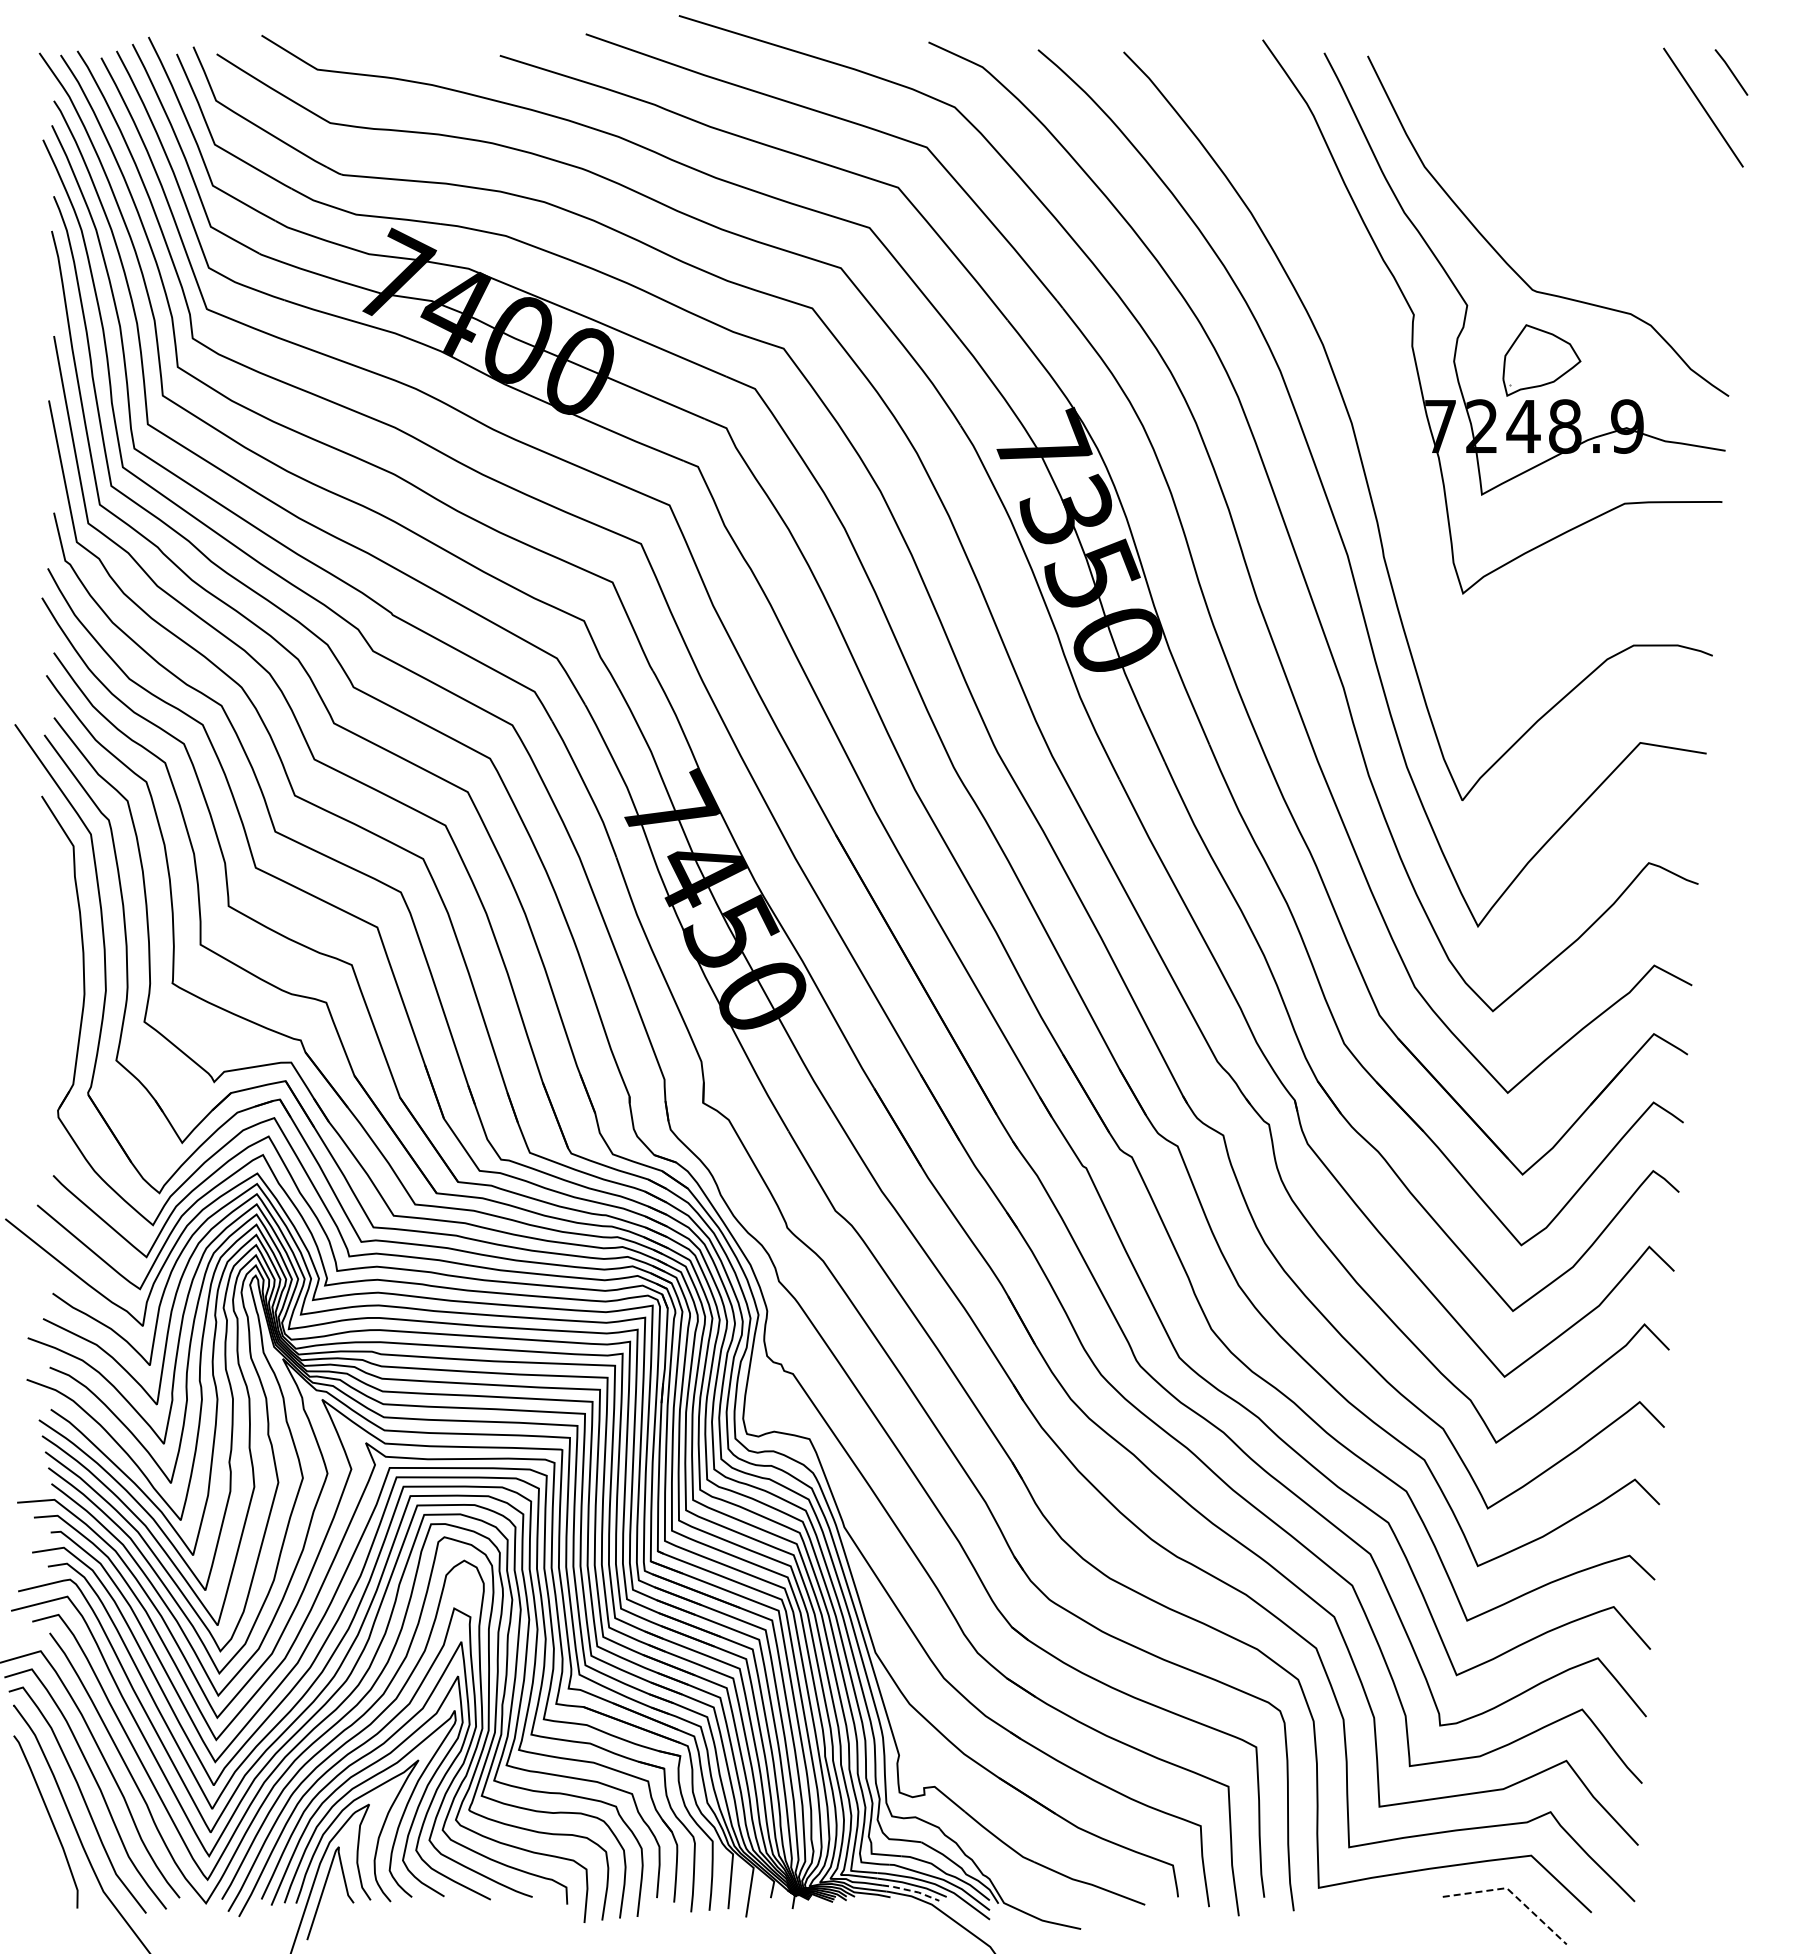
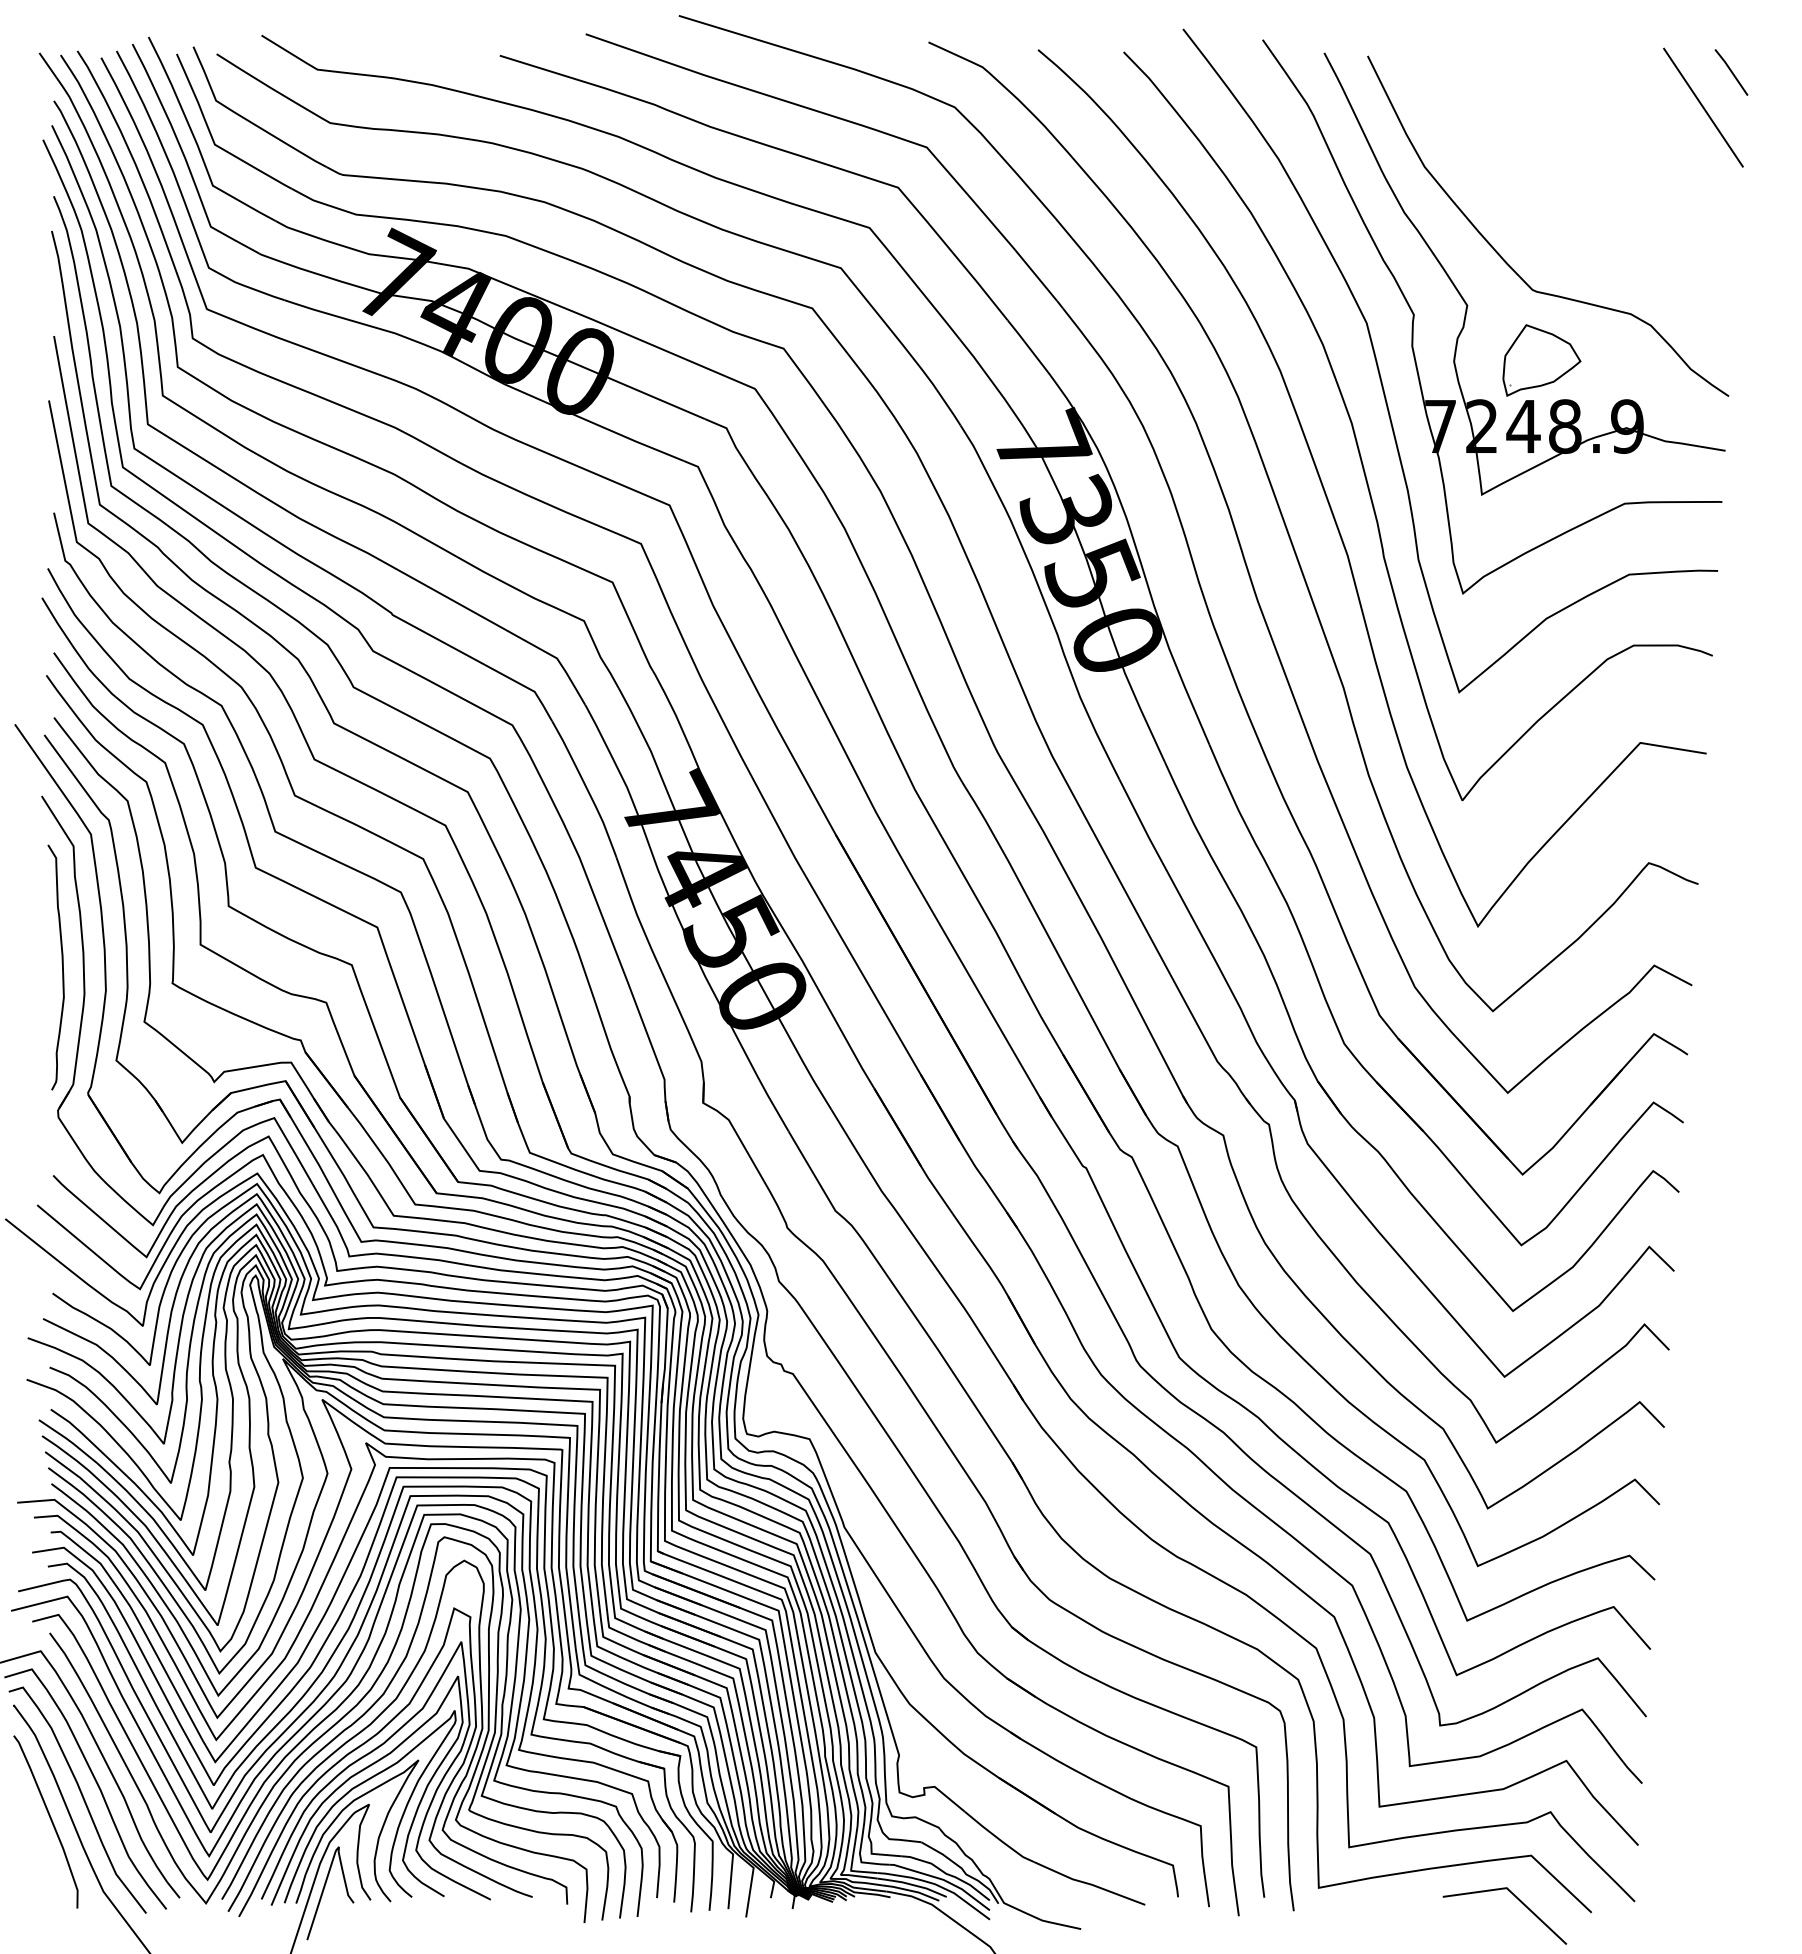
curve at (1381, 377): none -> present
curve at (62, 967): none -> present
line at (911, 1890): dashed -> solid
line at (1513, 1894): dashed -> solid
